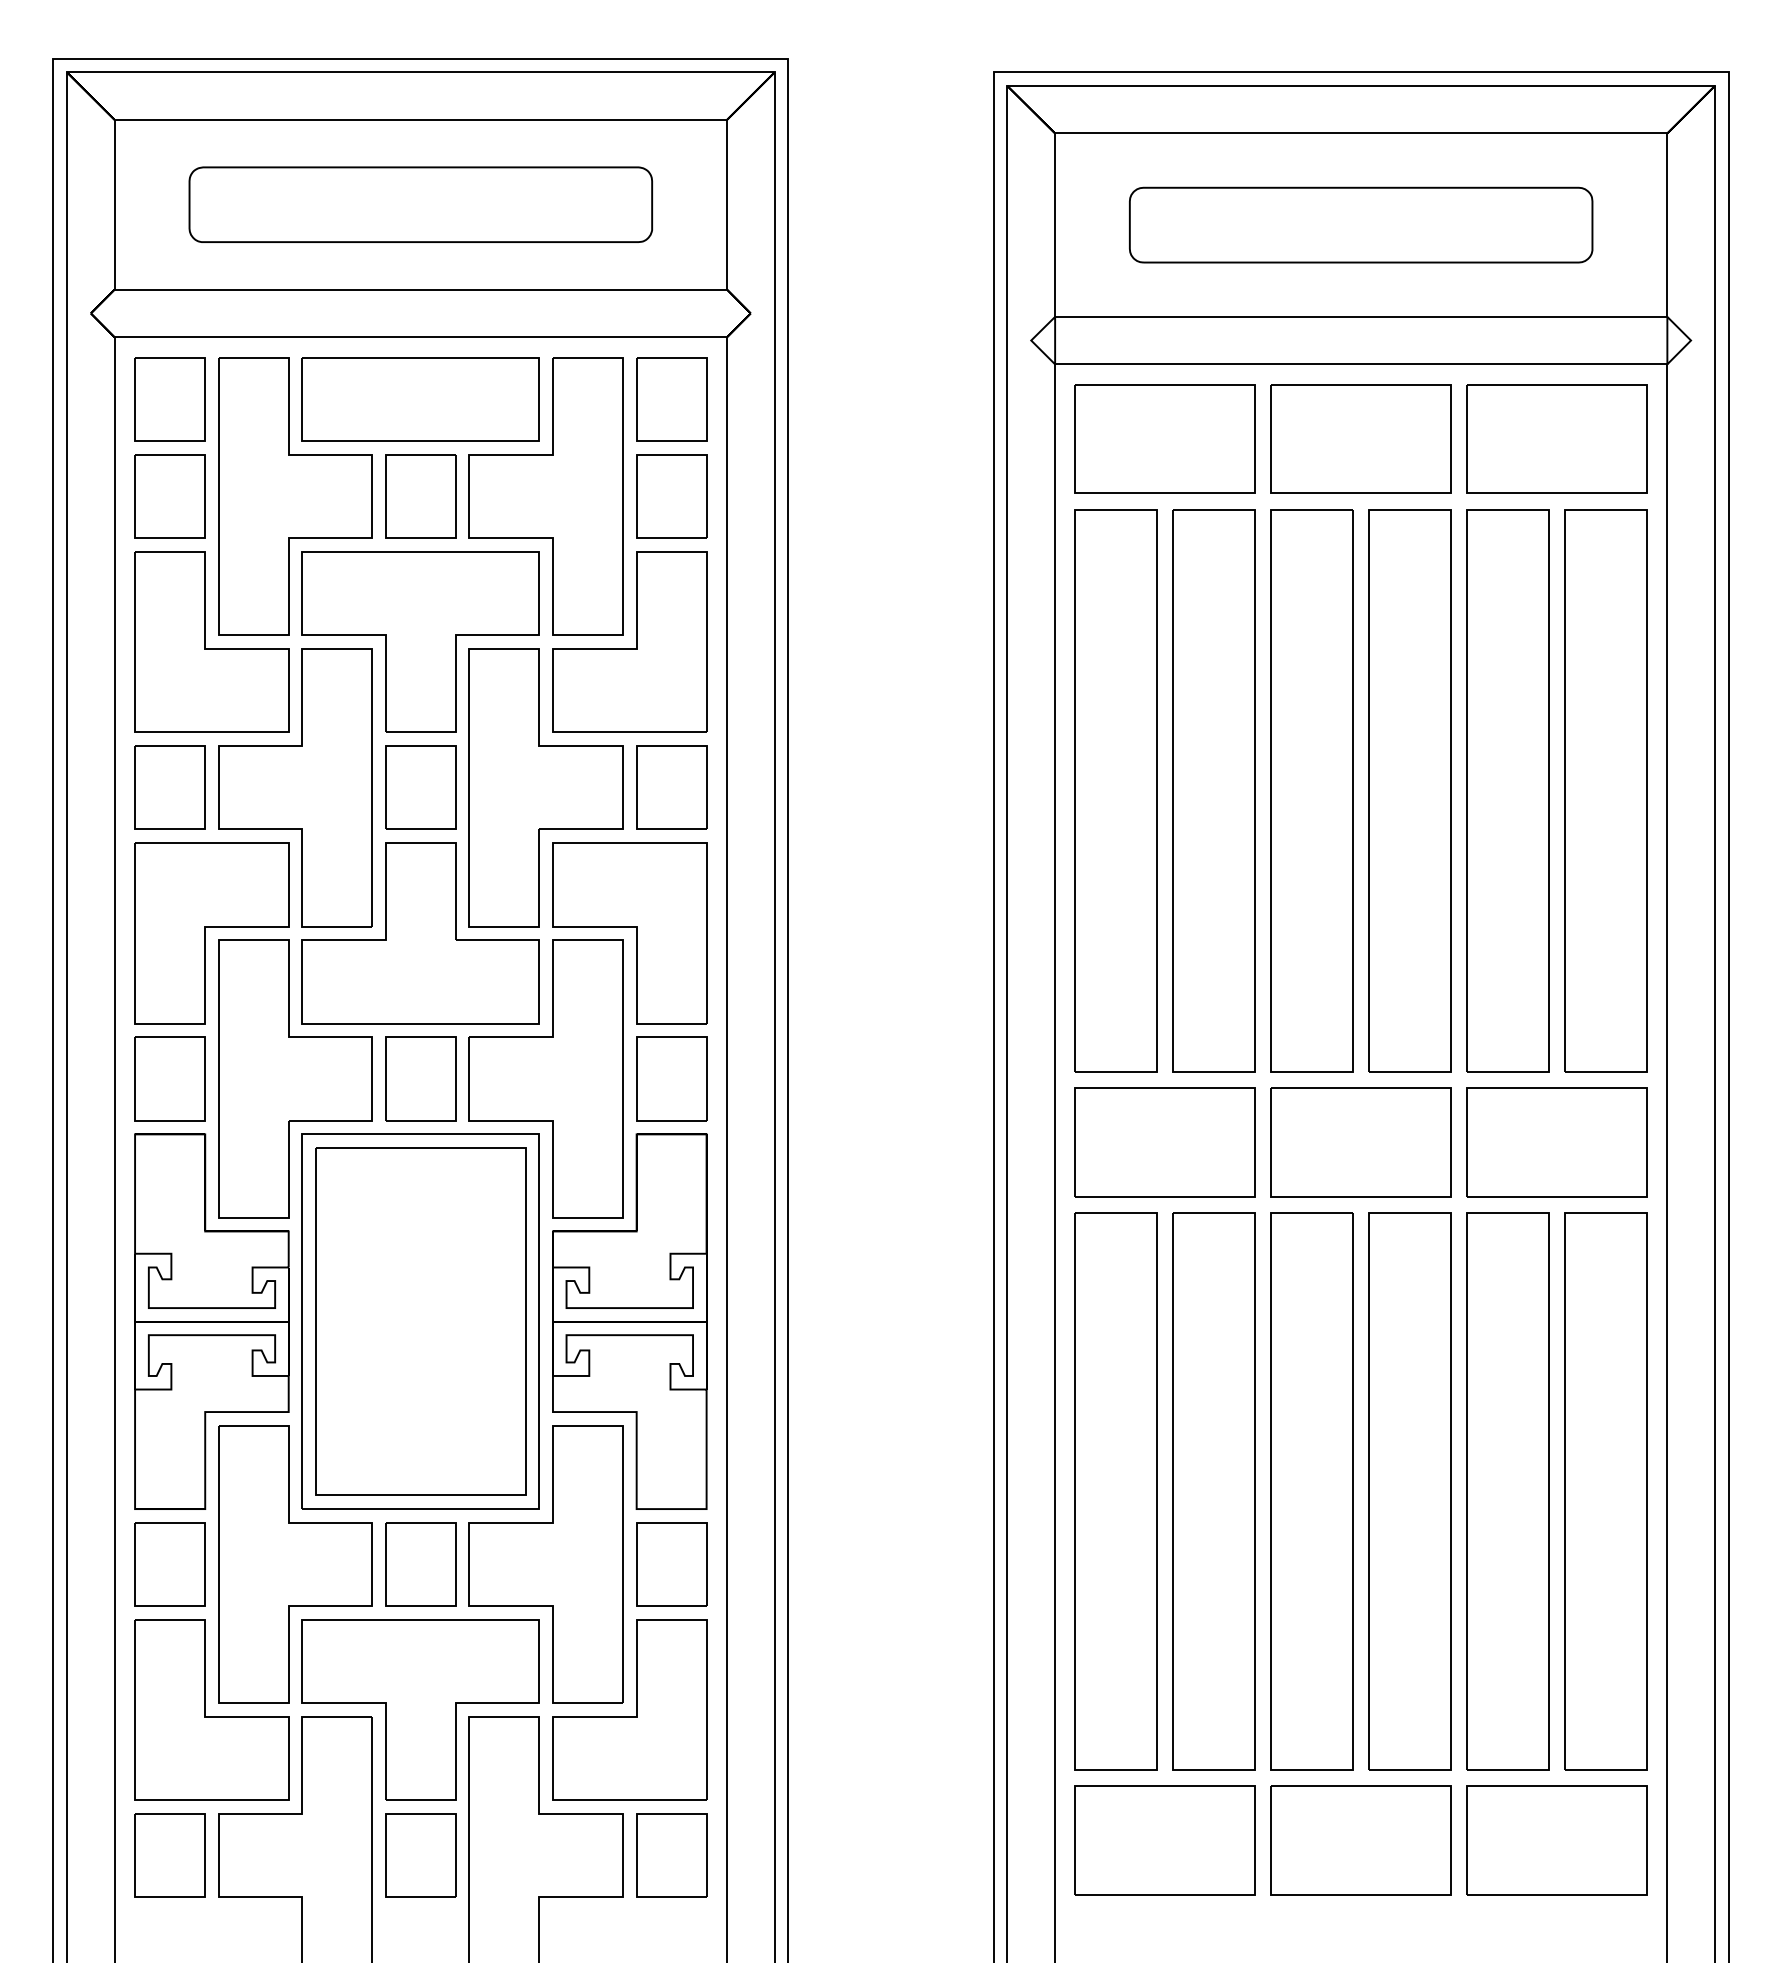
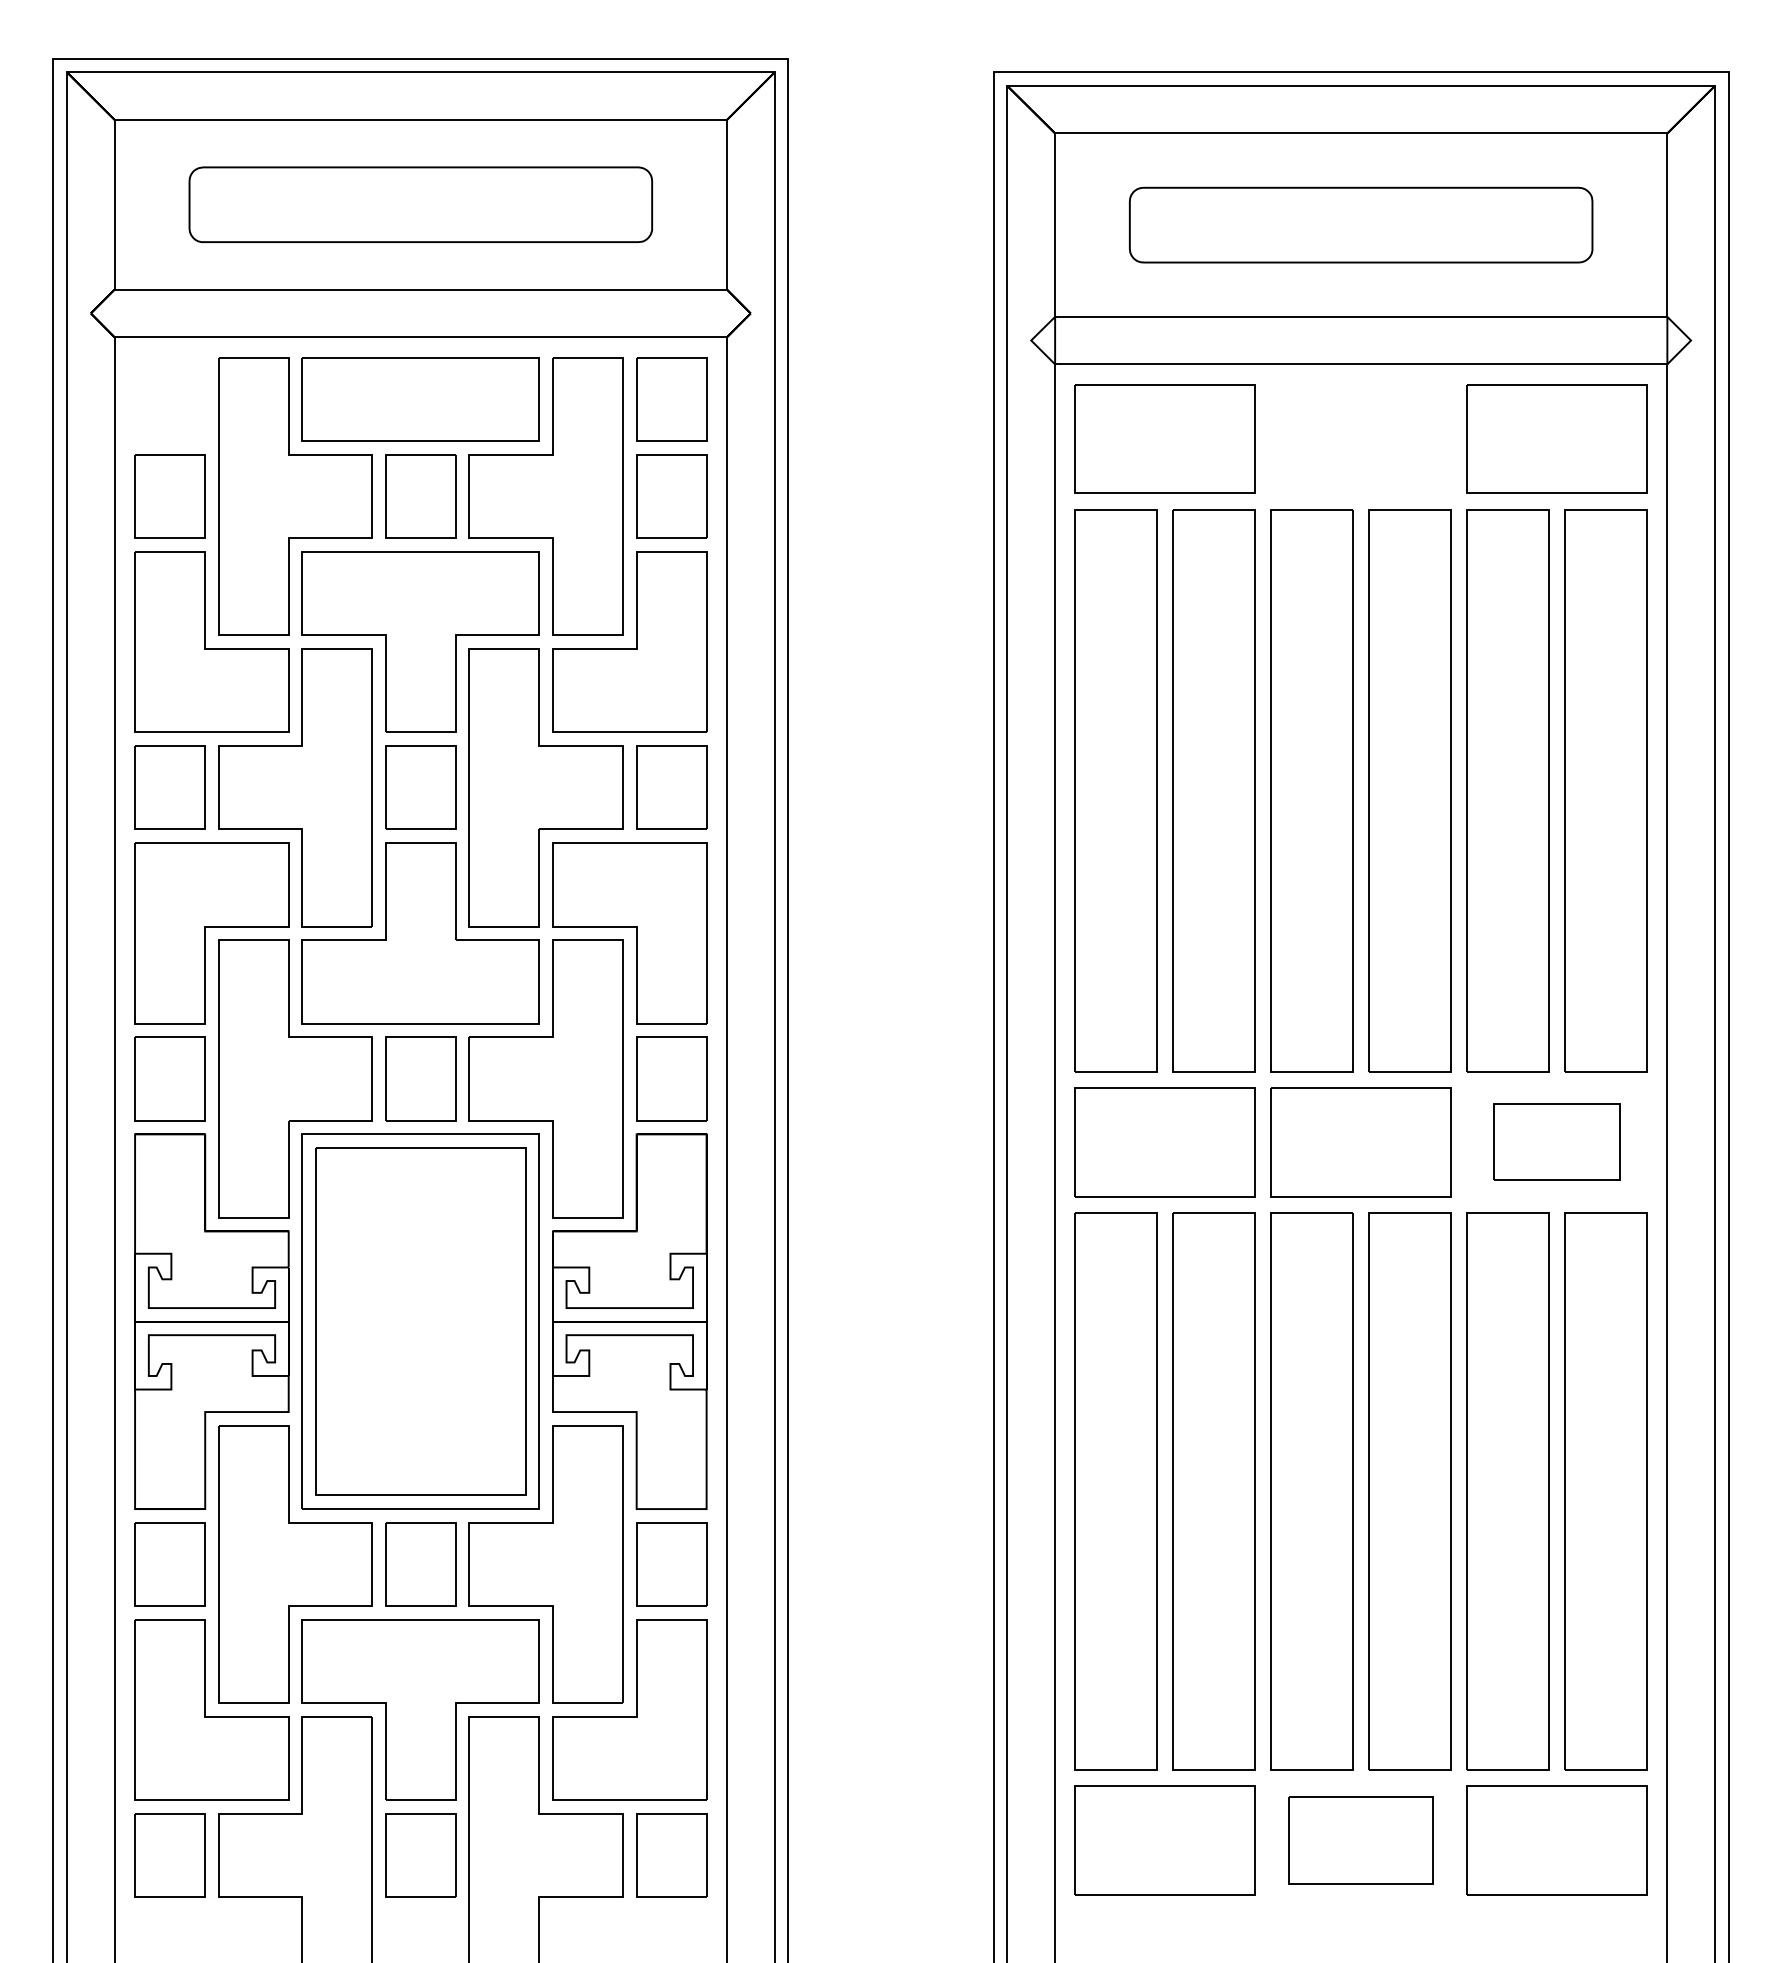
part at (169, 399): present -> none
part at (1360, 438): present -> none
part at (1556, 1142) size: 182x111 px -> 128x78 px
part at (1360, 1840) size: 182x111 px -> 146x89 px
